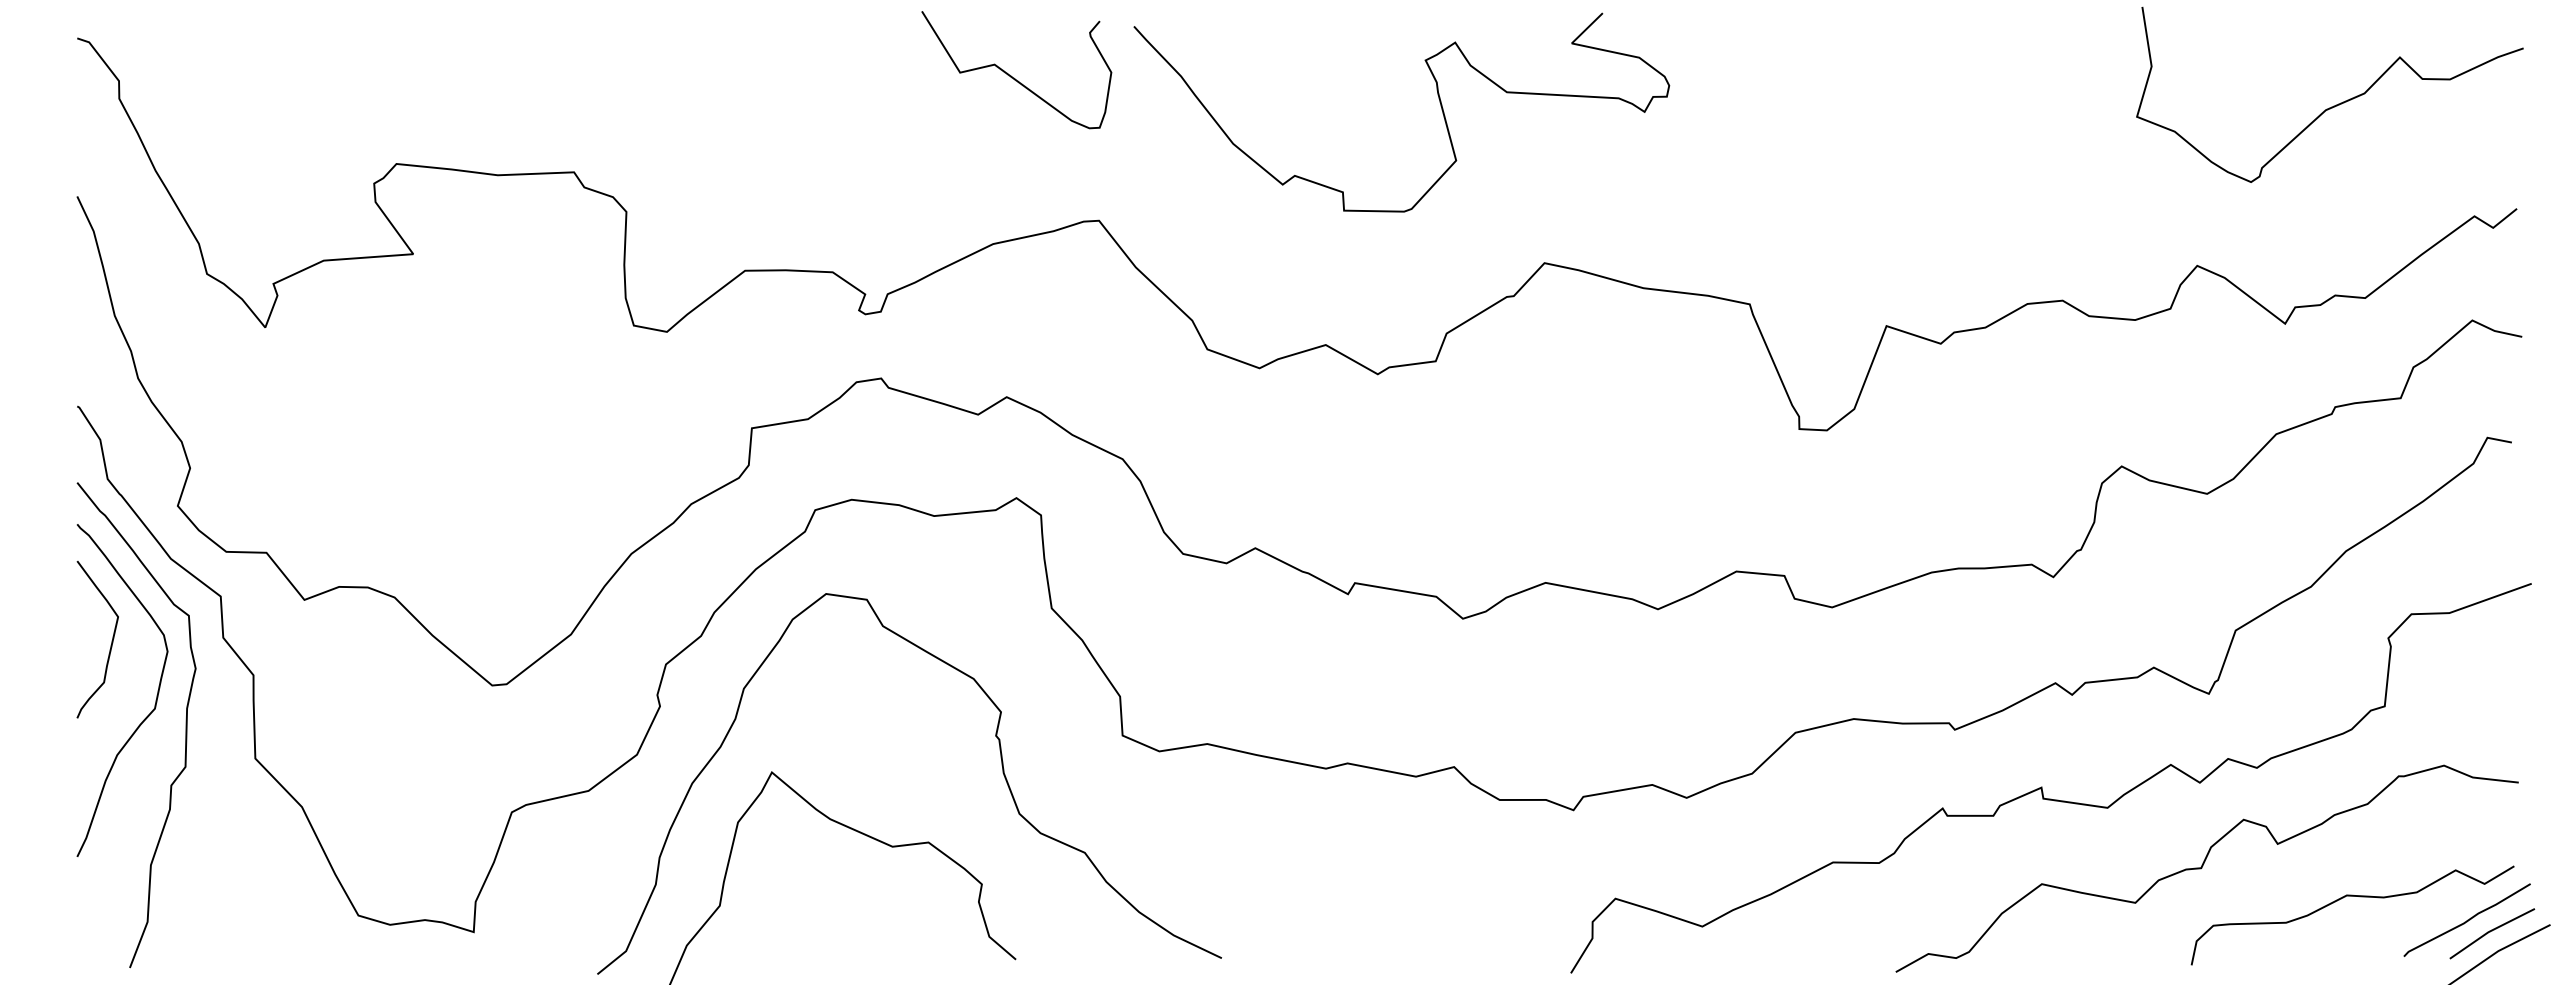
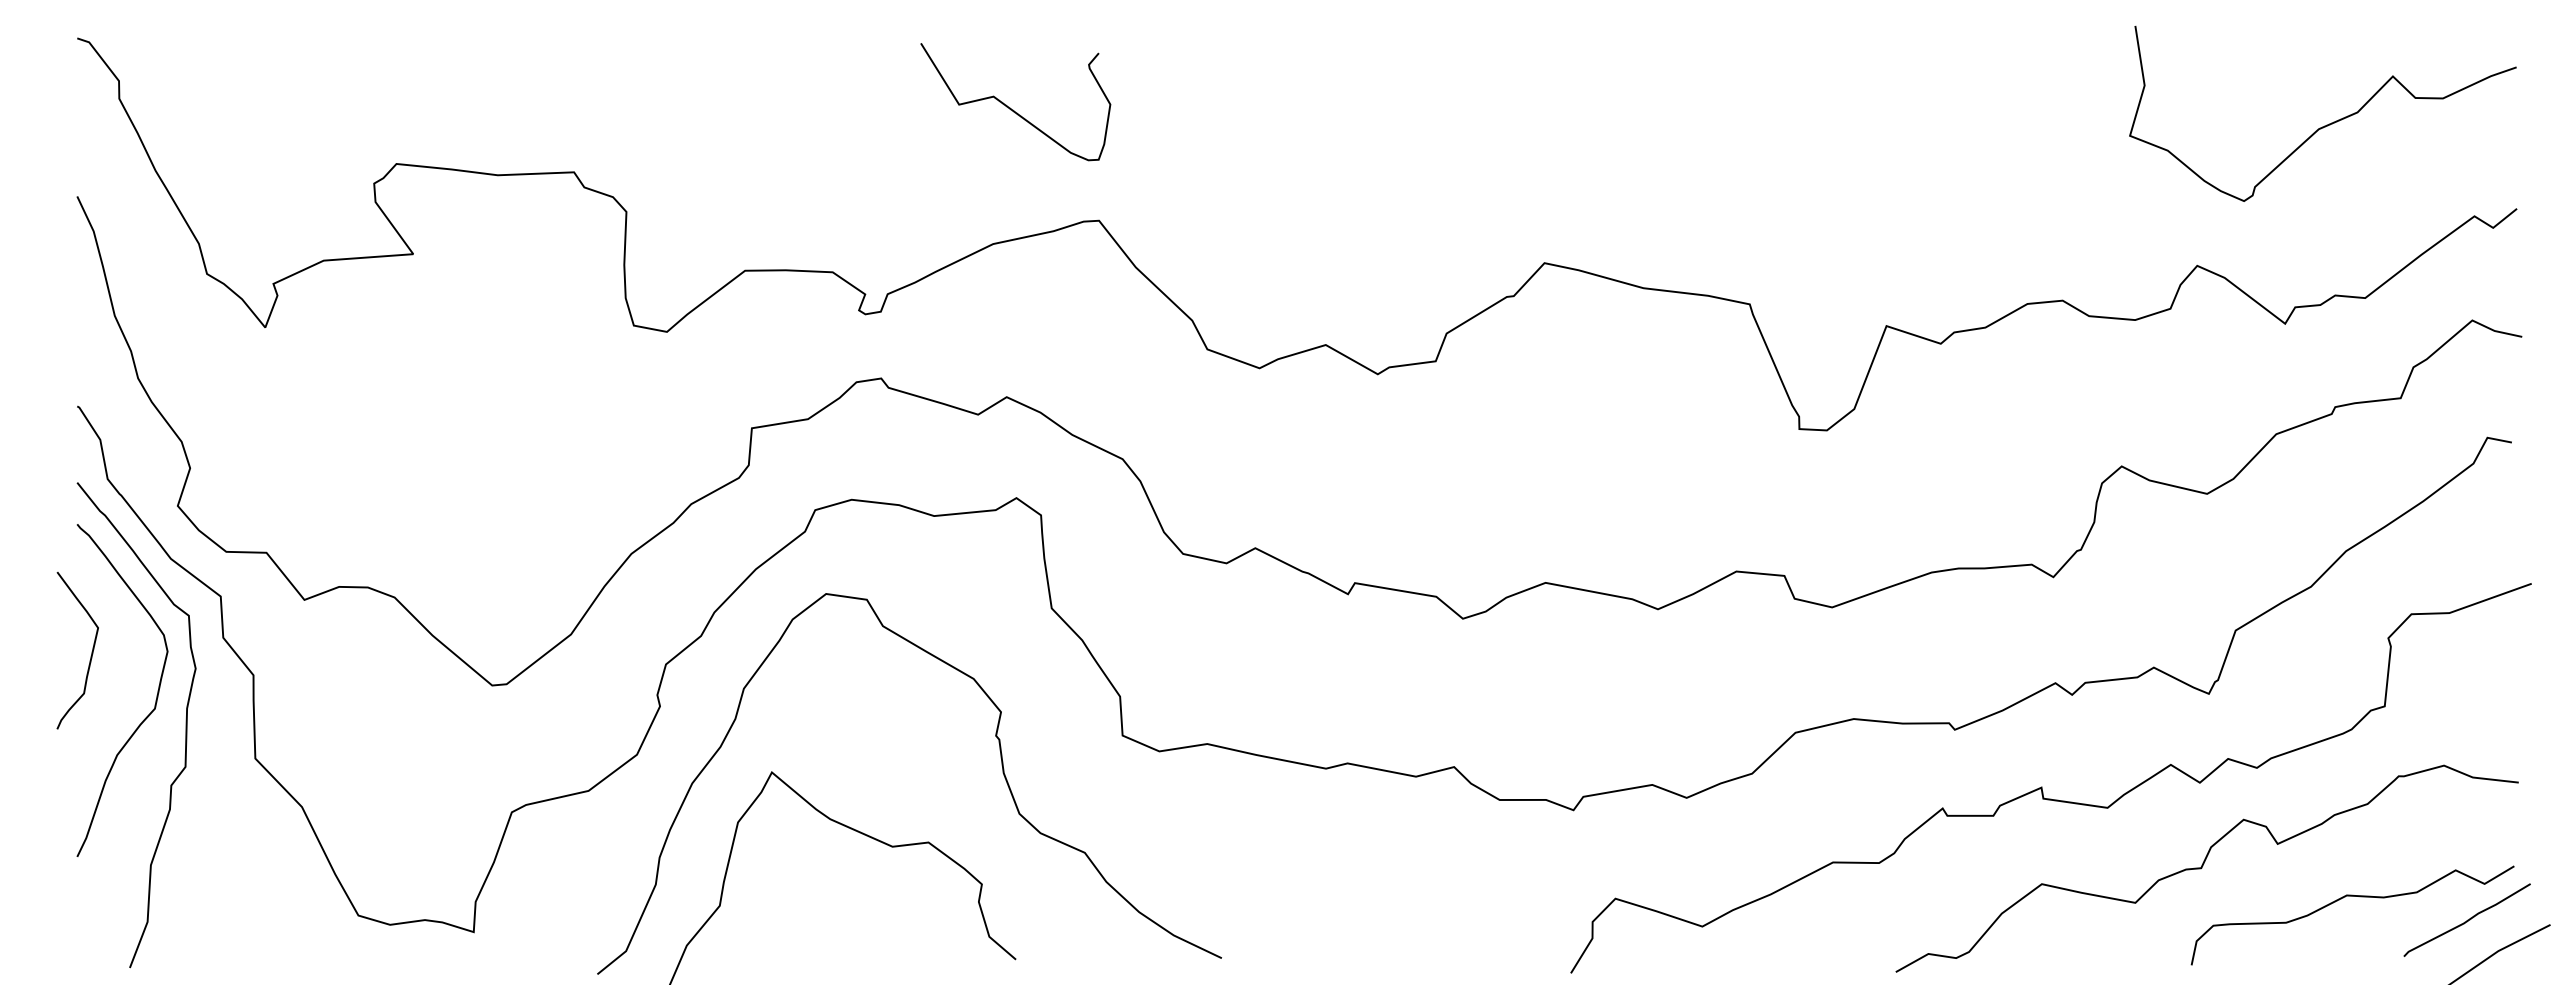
curve at (1011, 75) position: (1011, 75) -> (1010, 107)
curve at (1439, 102): present -> none
curve at (2333, 105) position: (2333, 105) -> (2326, 124)
curve at (111, 640) position: (111, 640) -> (91, 651)
line at (2492, 931): present -> none
